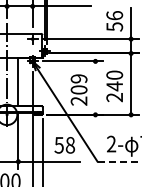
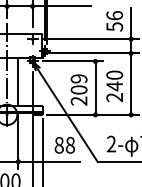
line at (95, 87): none -> present
text at (58, 145): 58 -> 88
line at (119, 161): dashed -> solid
